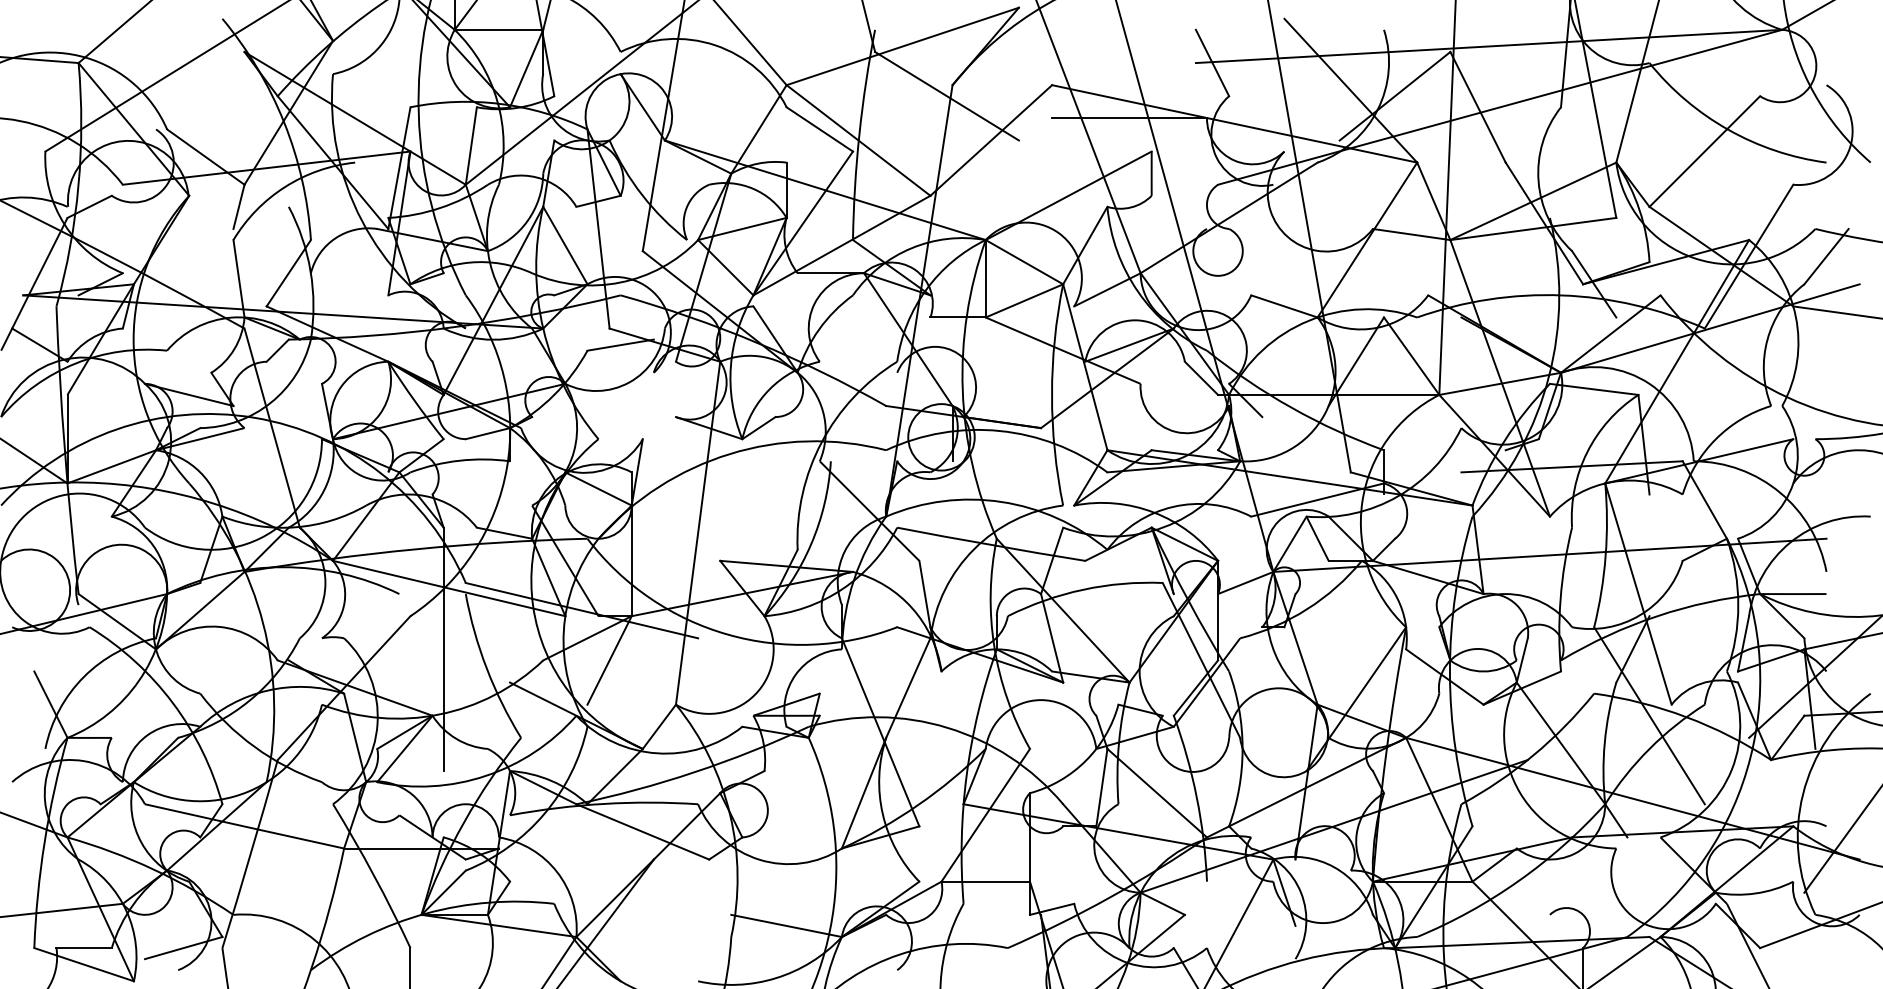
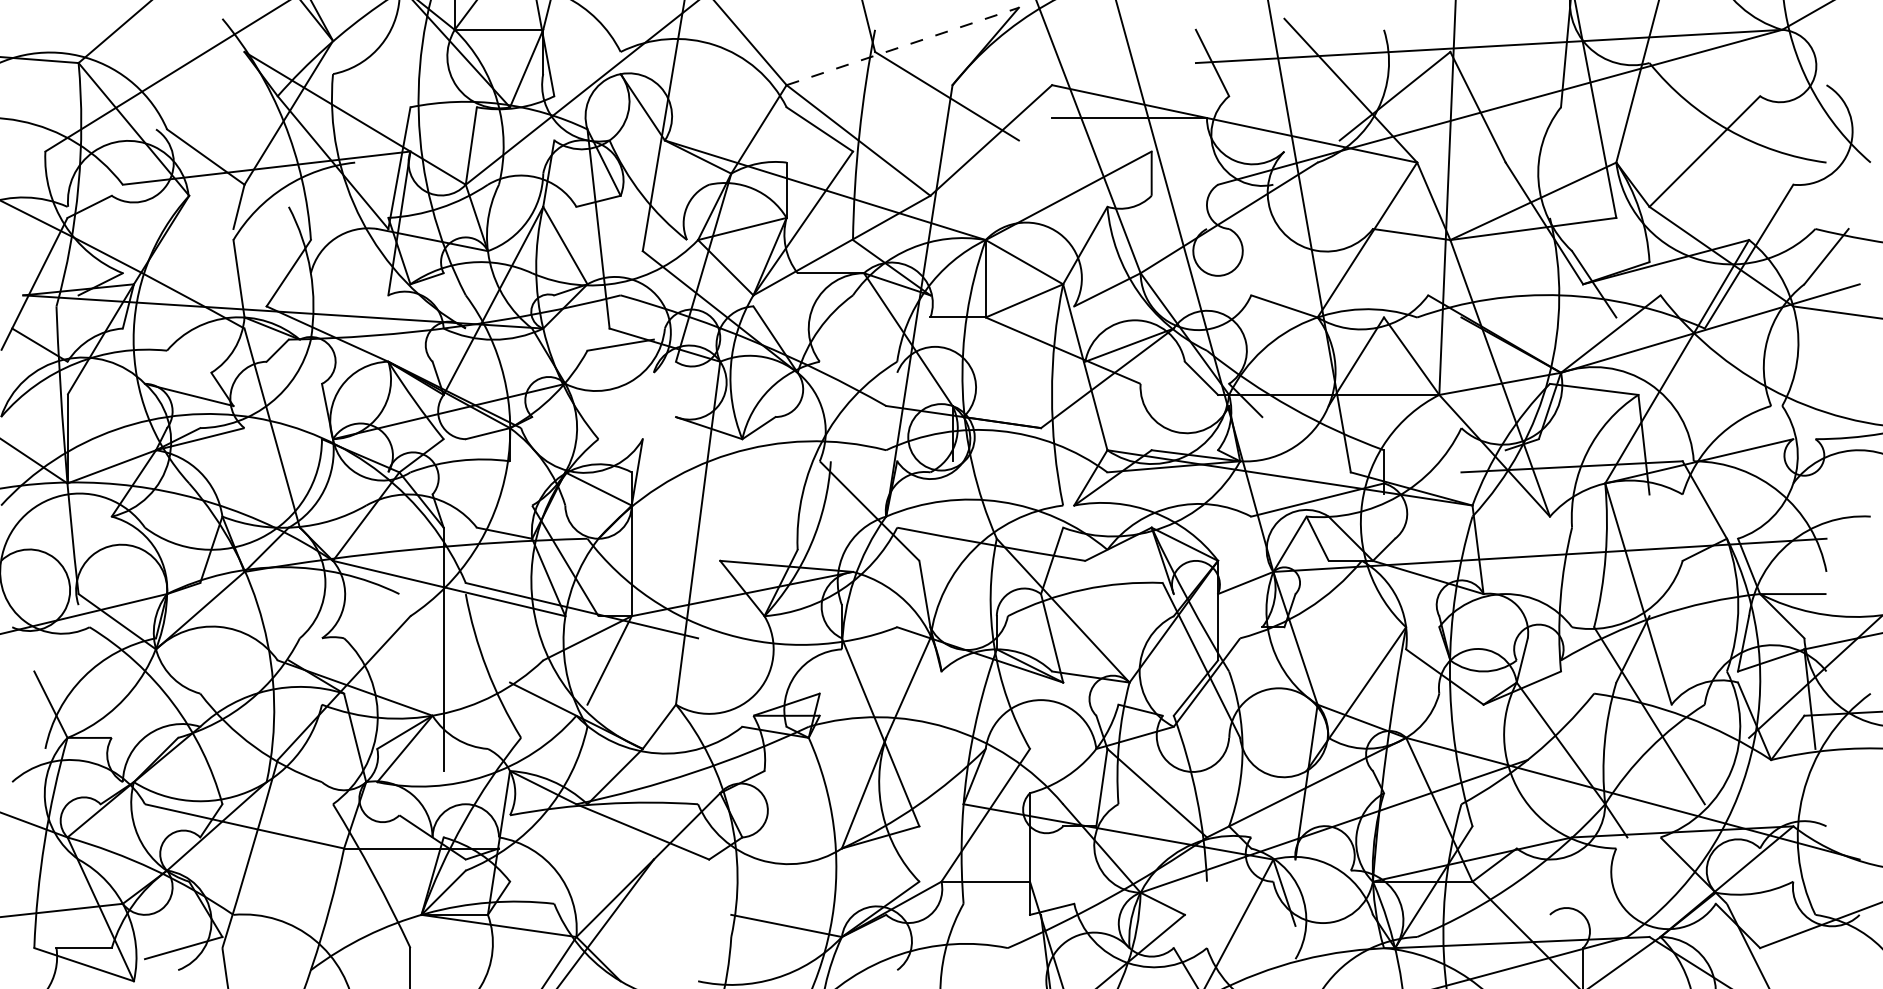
line at (903, 46): solid -> dashed
line at (1841, 840): present -> none
